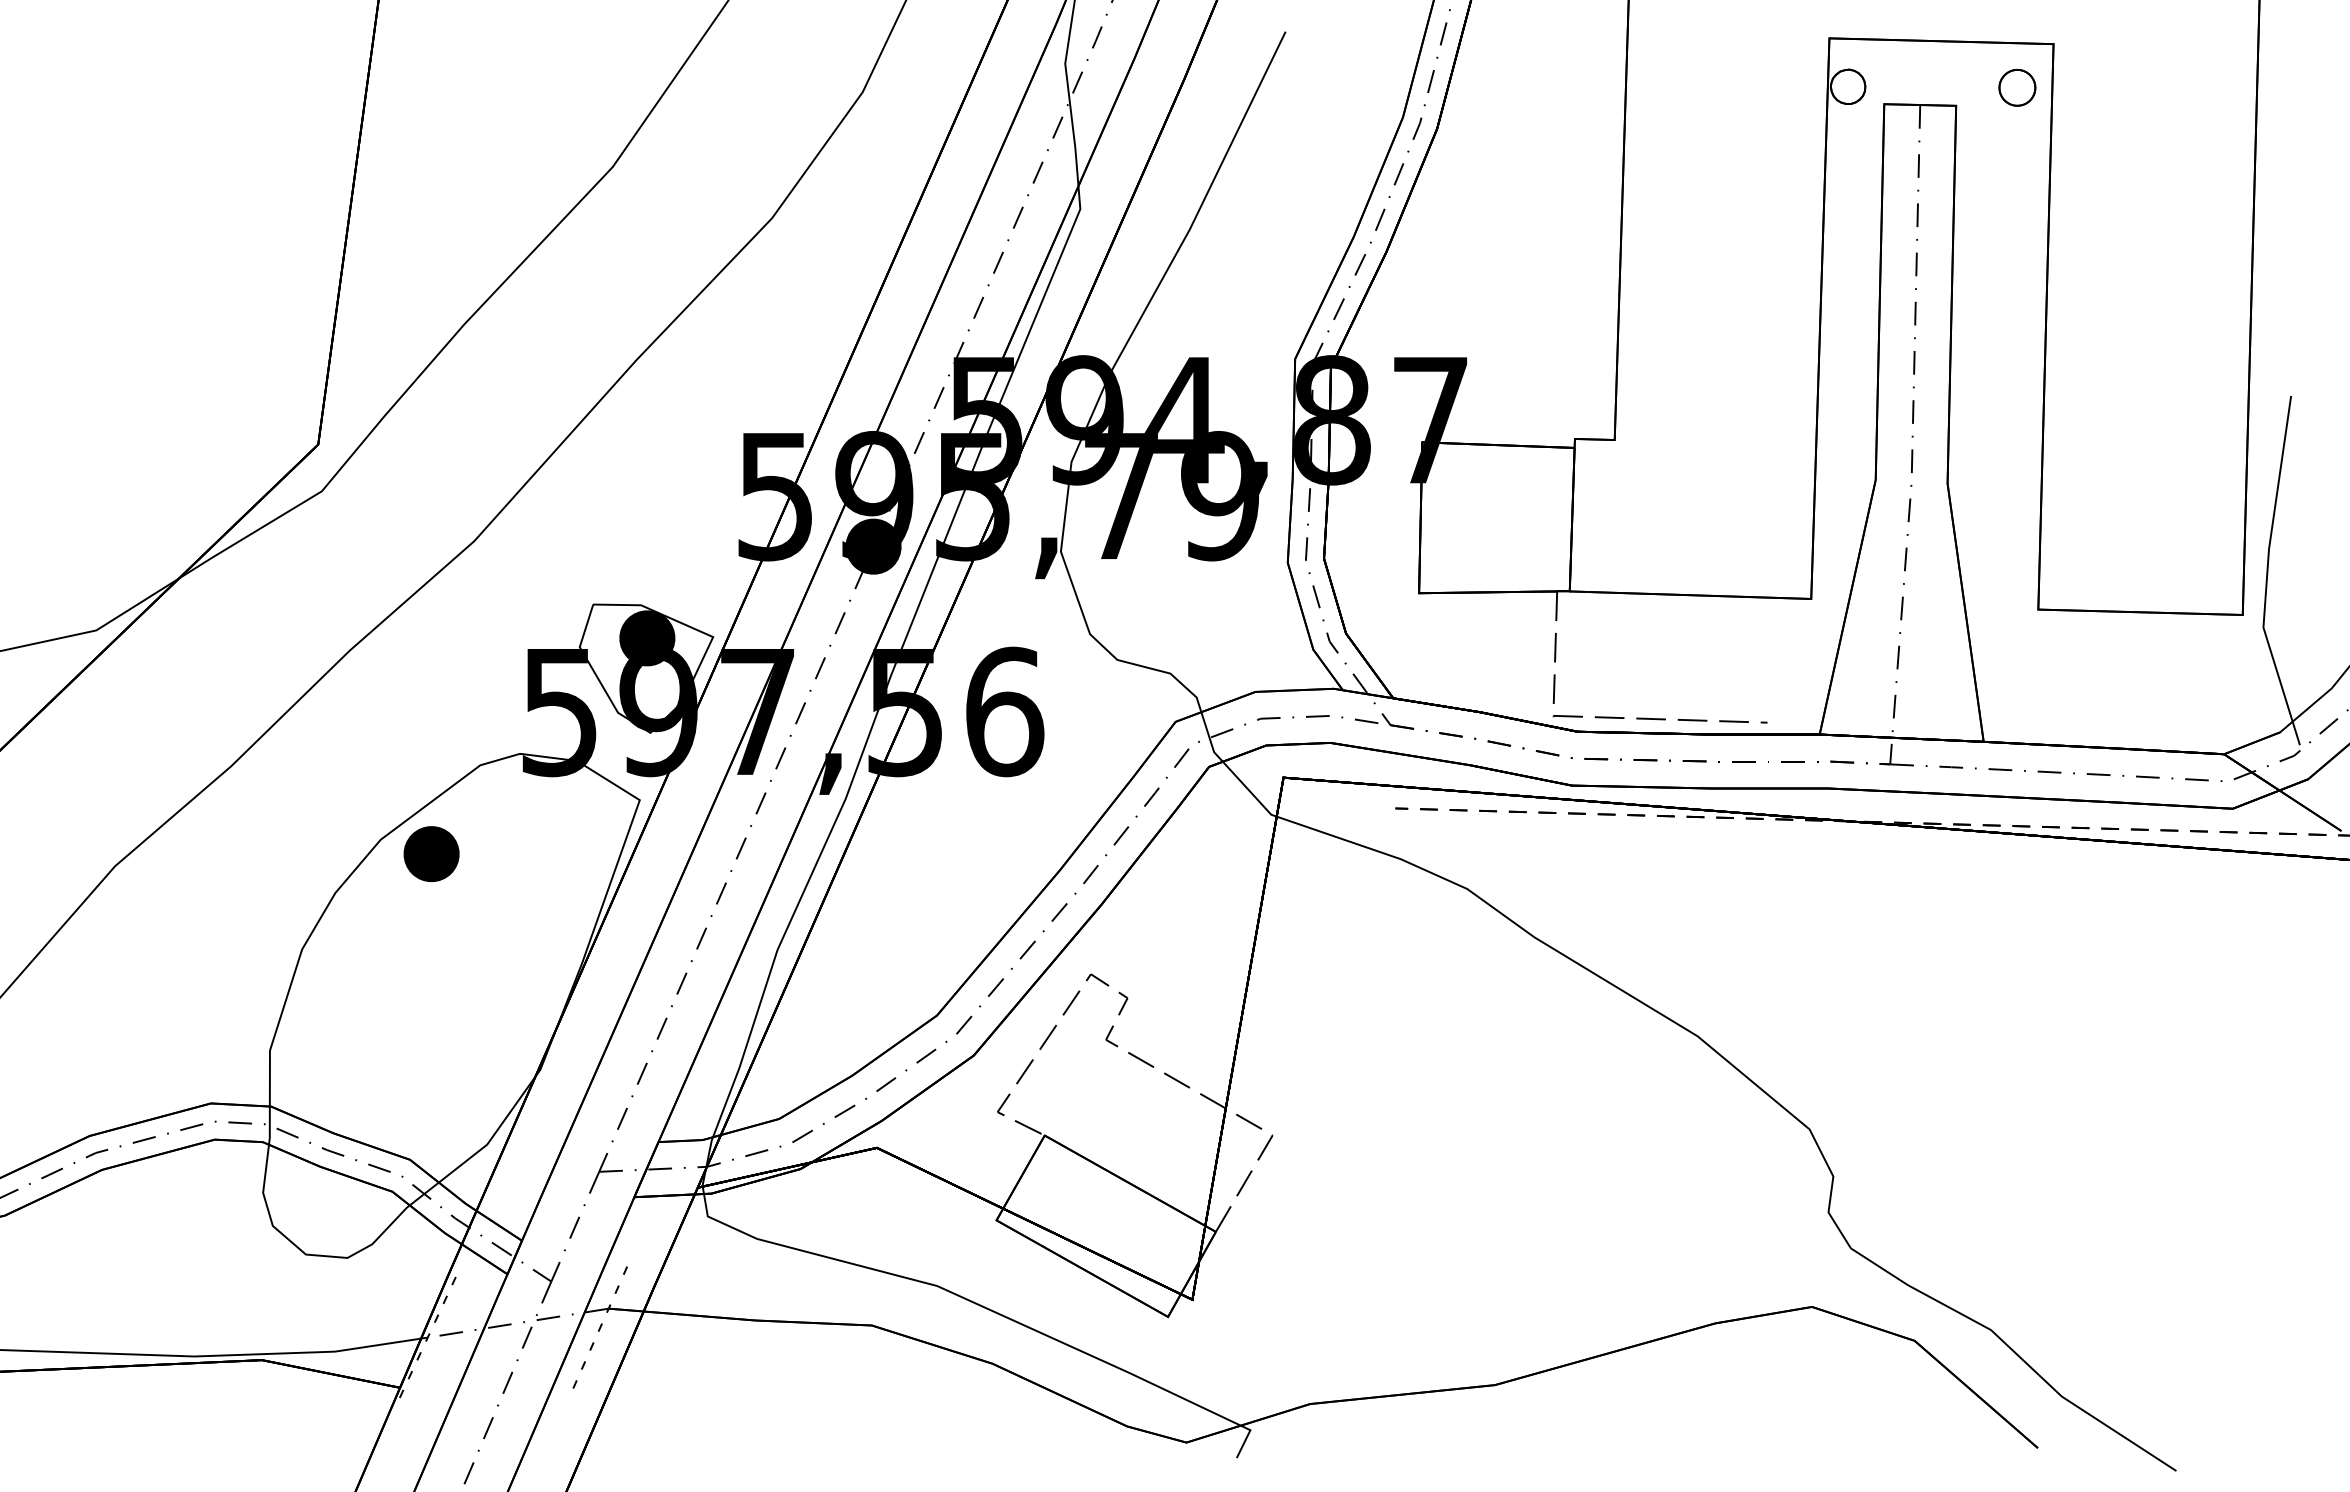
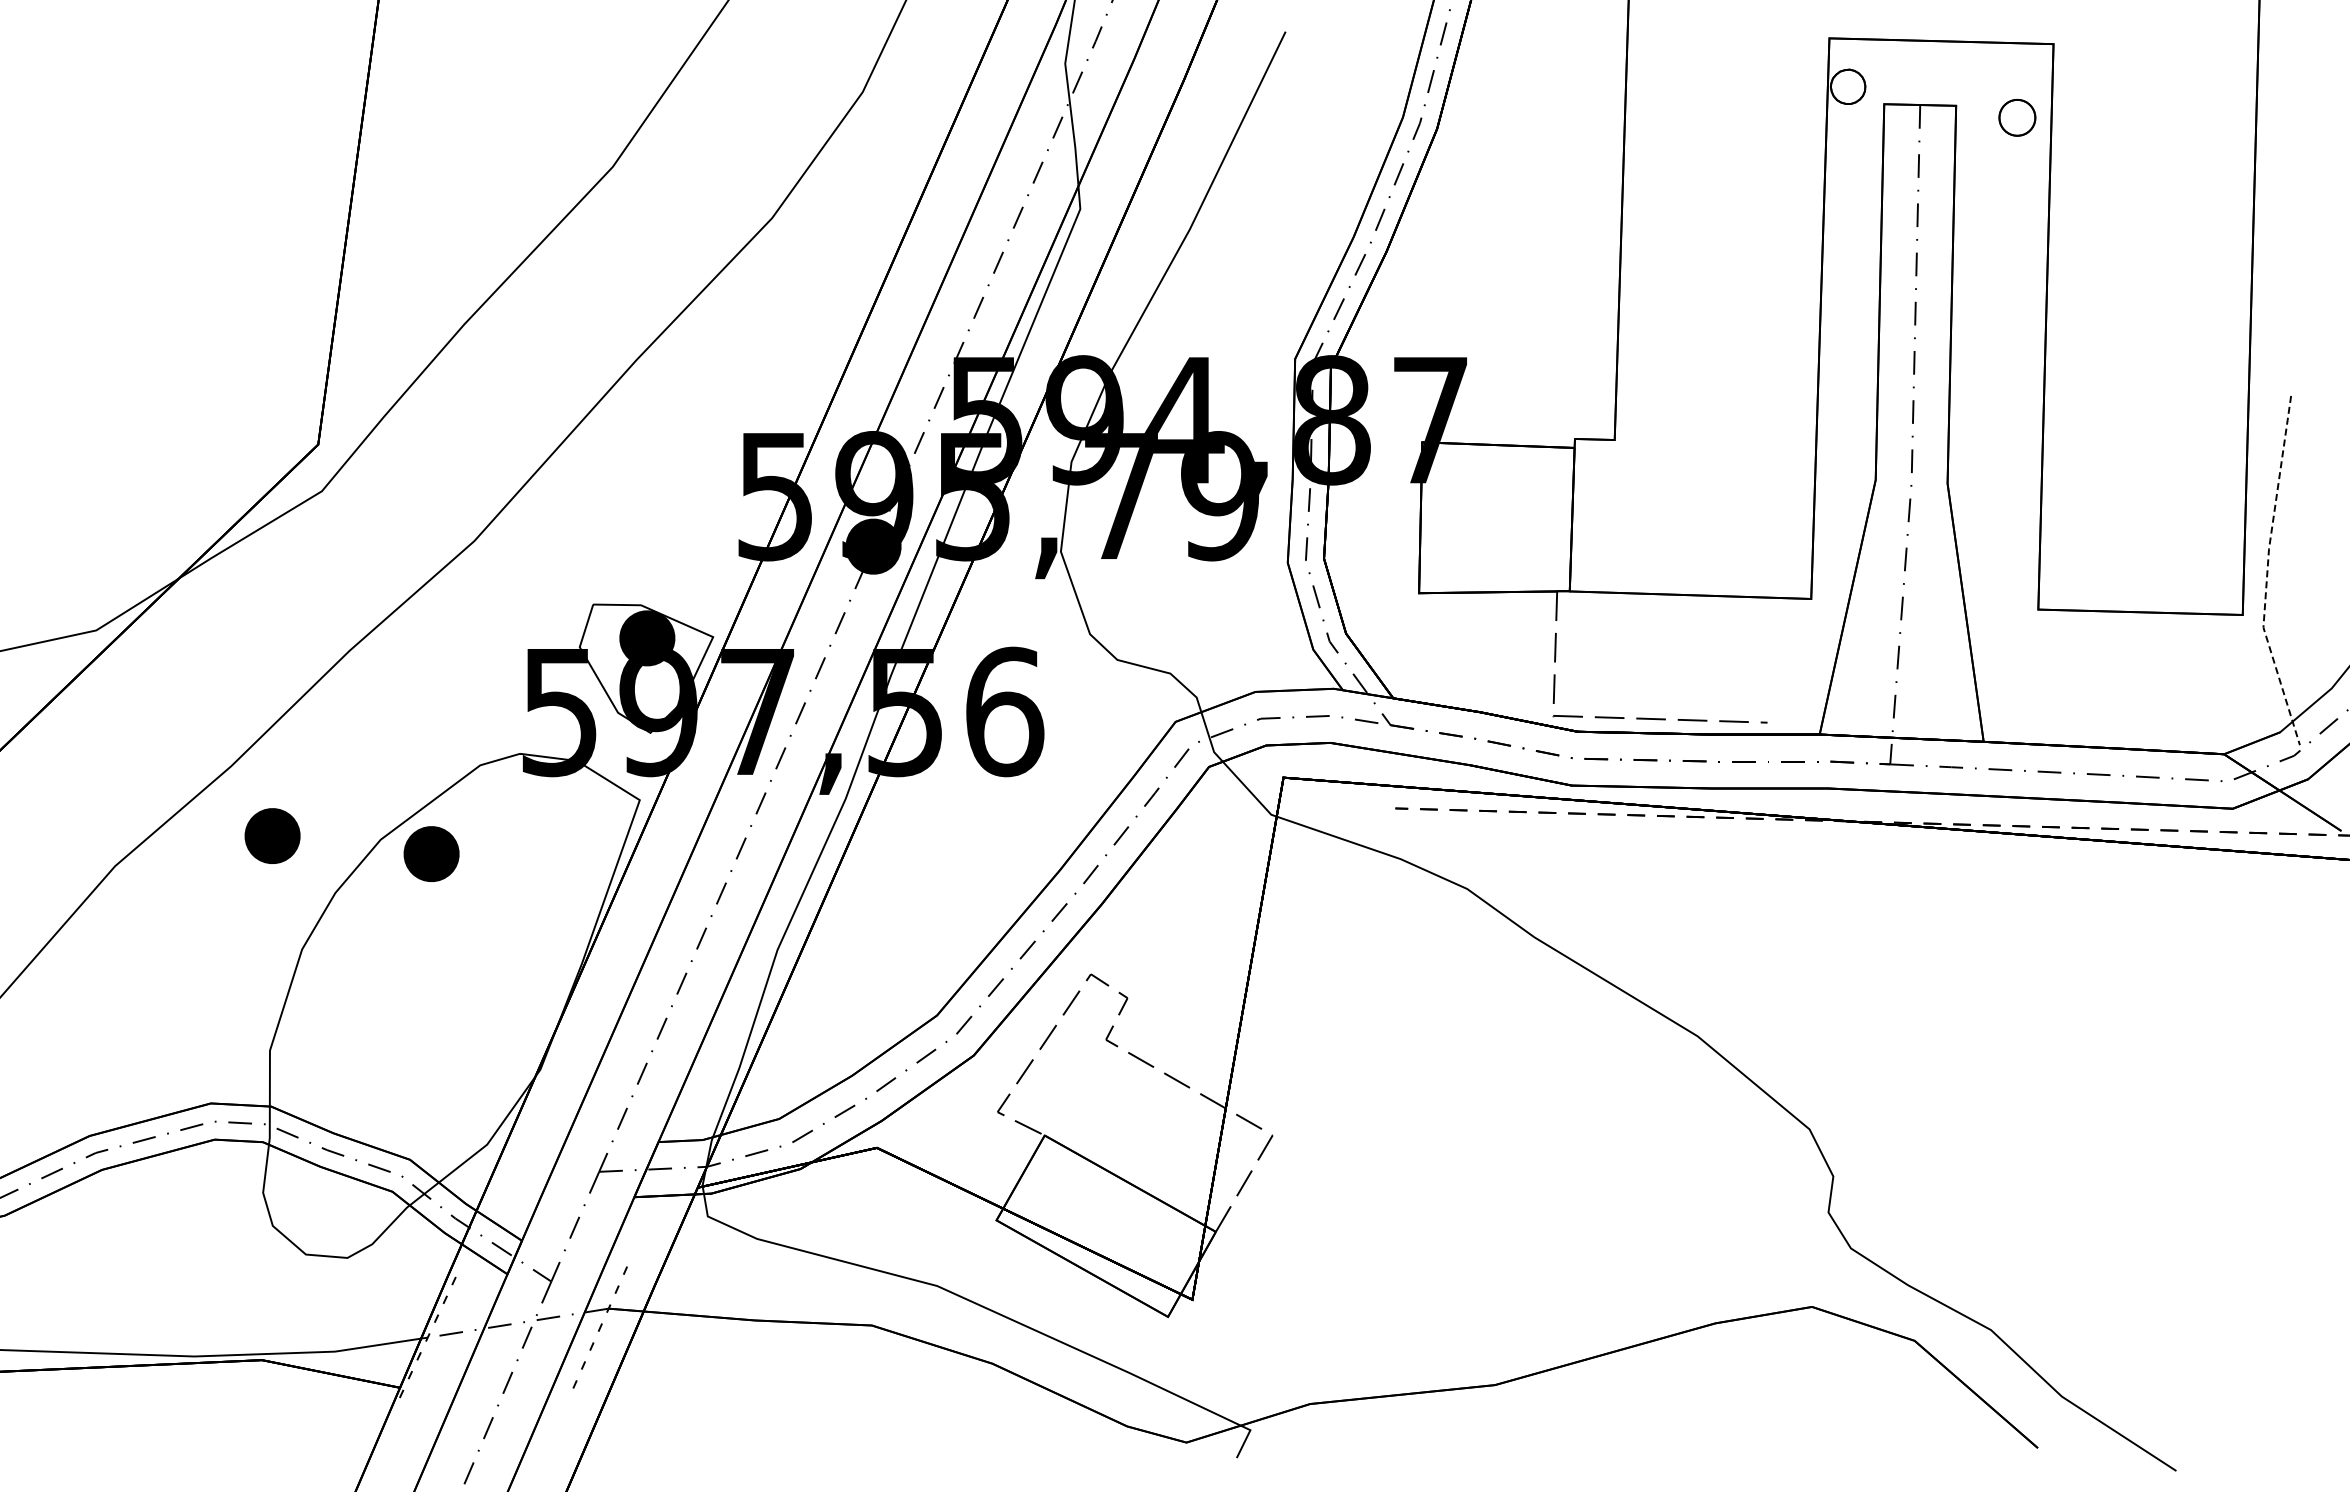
part at (2017, 87) position: (2017, 87) -> (2017, 117)
line at (2267, 573): solid -> dashed
part at (272, 835): none -> present
